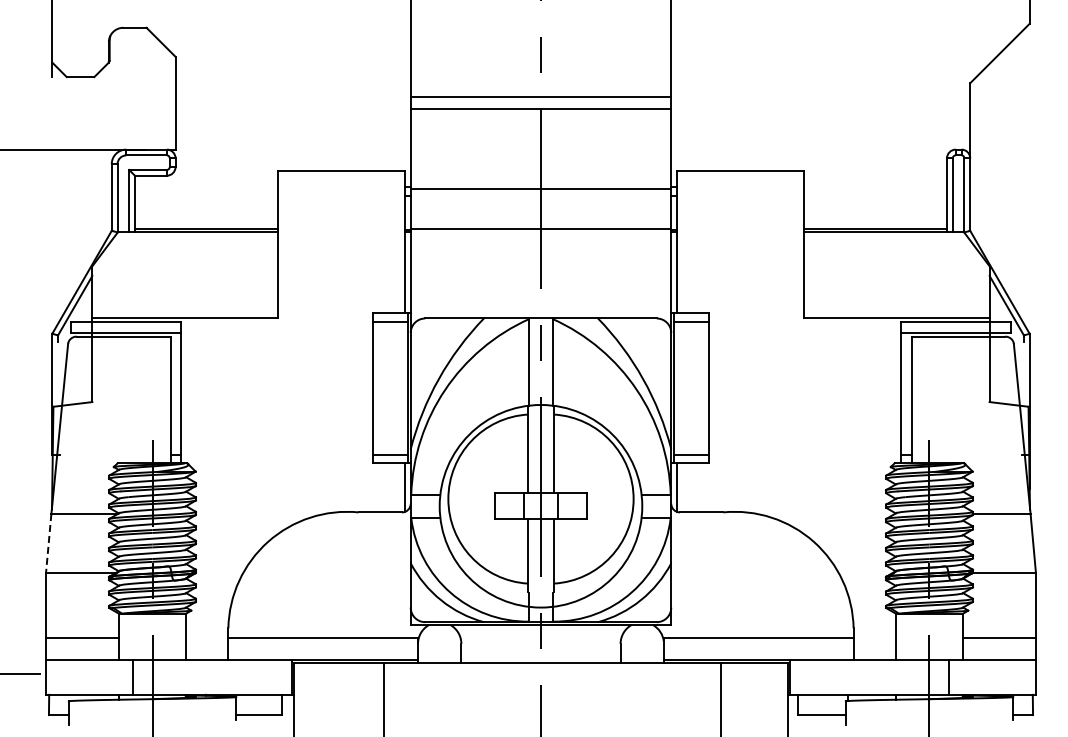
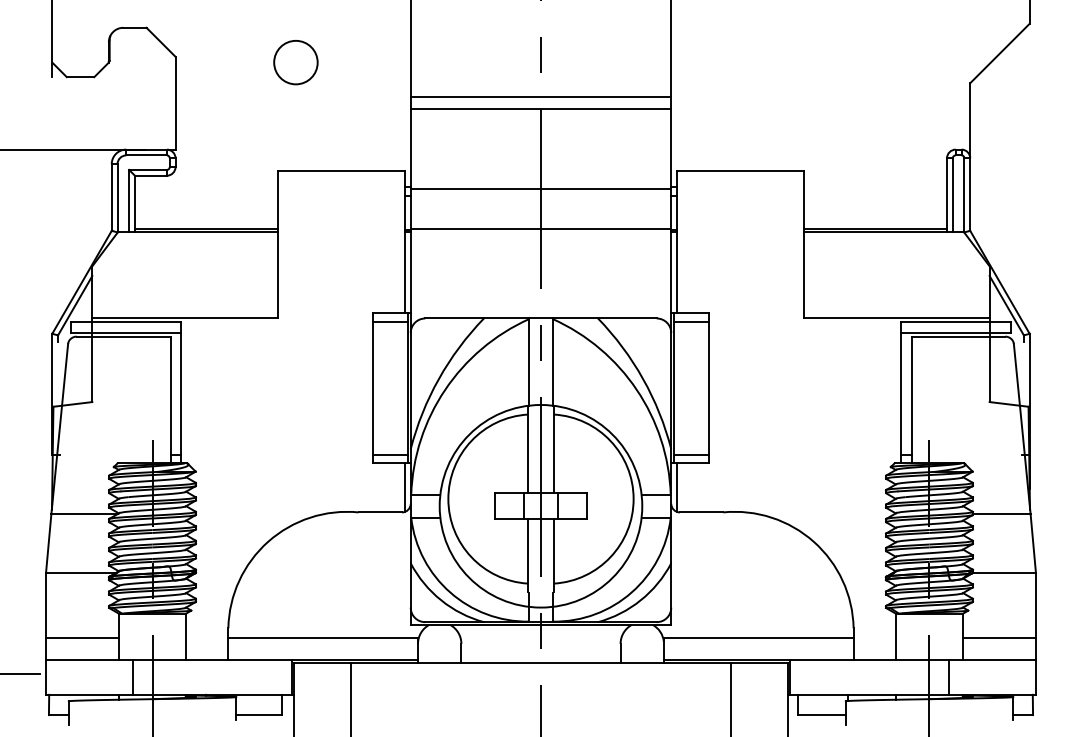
circle at (295, 62): none -> present
line at (48, 543): dashed -> solid
line at (384, 698) position: (384, 698) -> (351, 698)
line at (720, 698) position: (720, 698) -> (730, 698)
